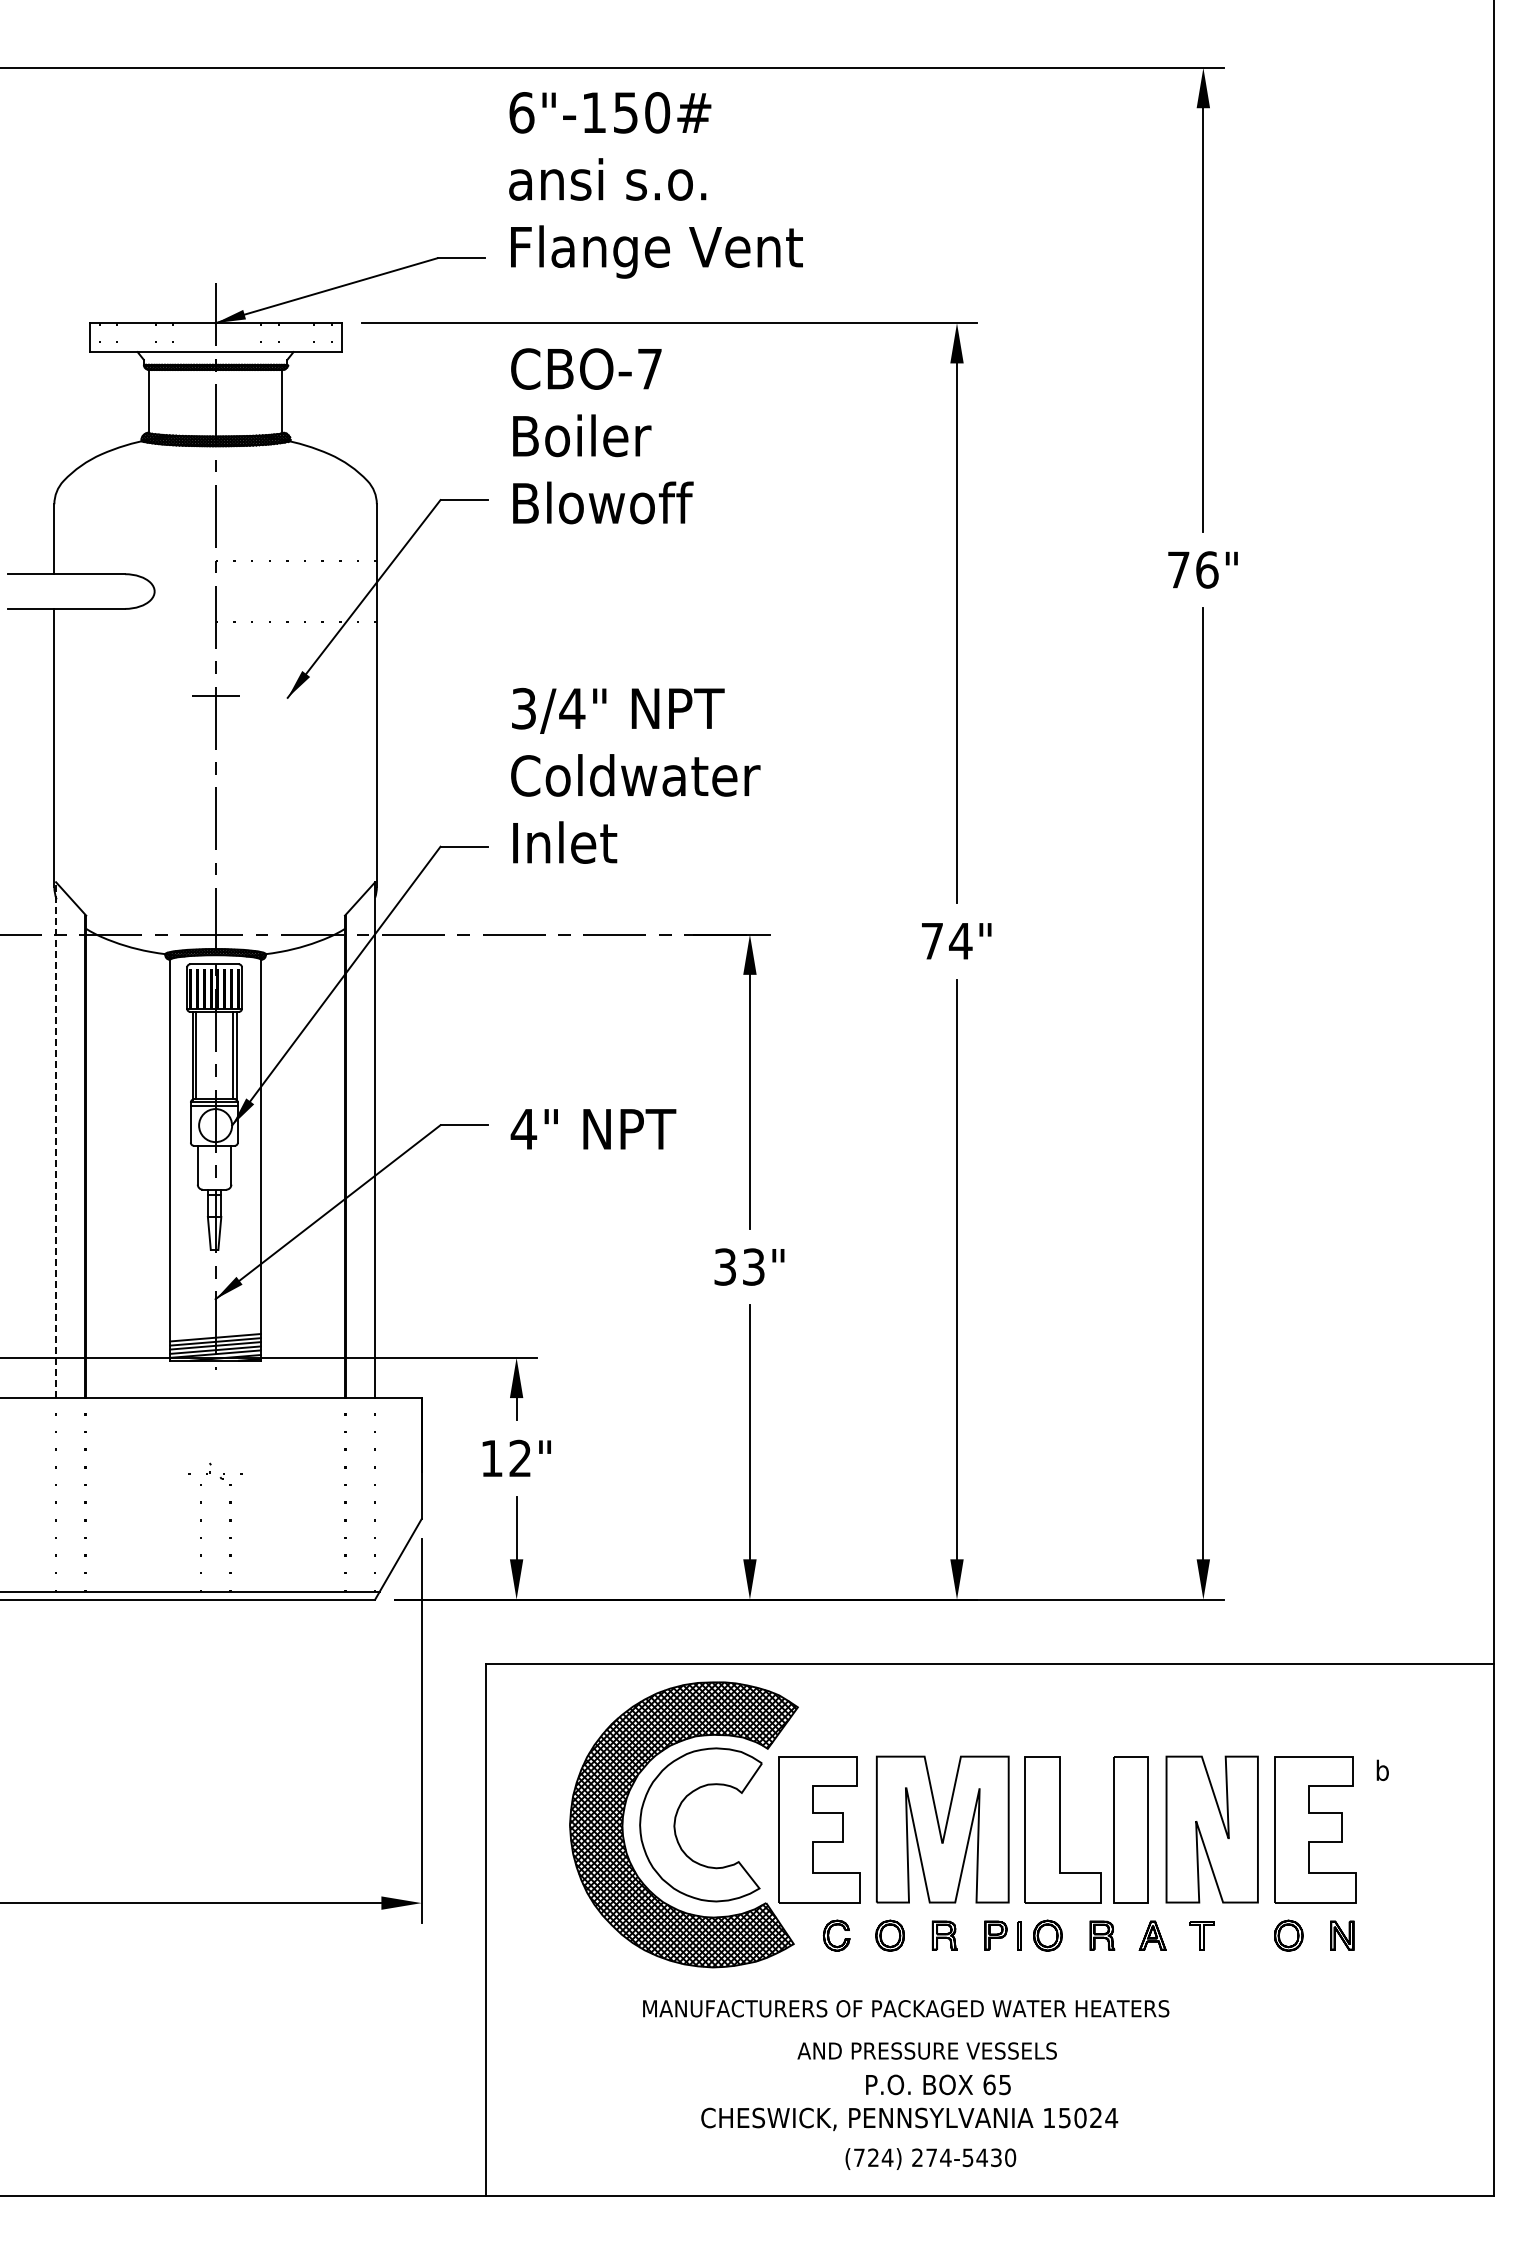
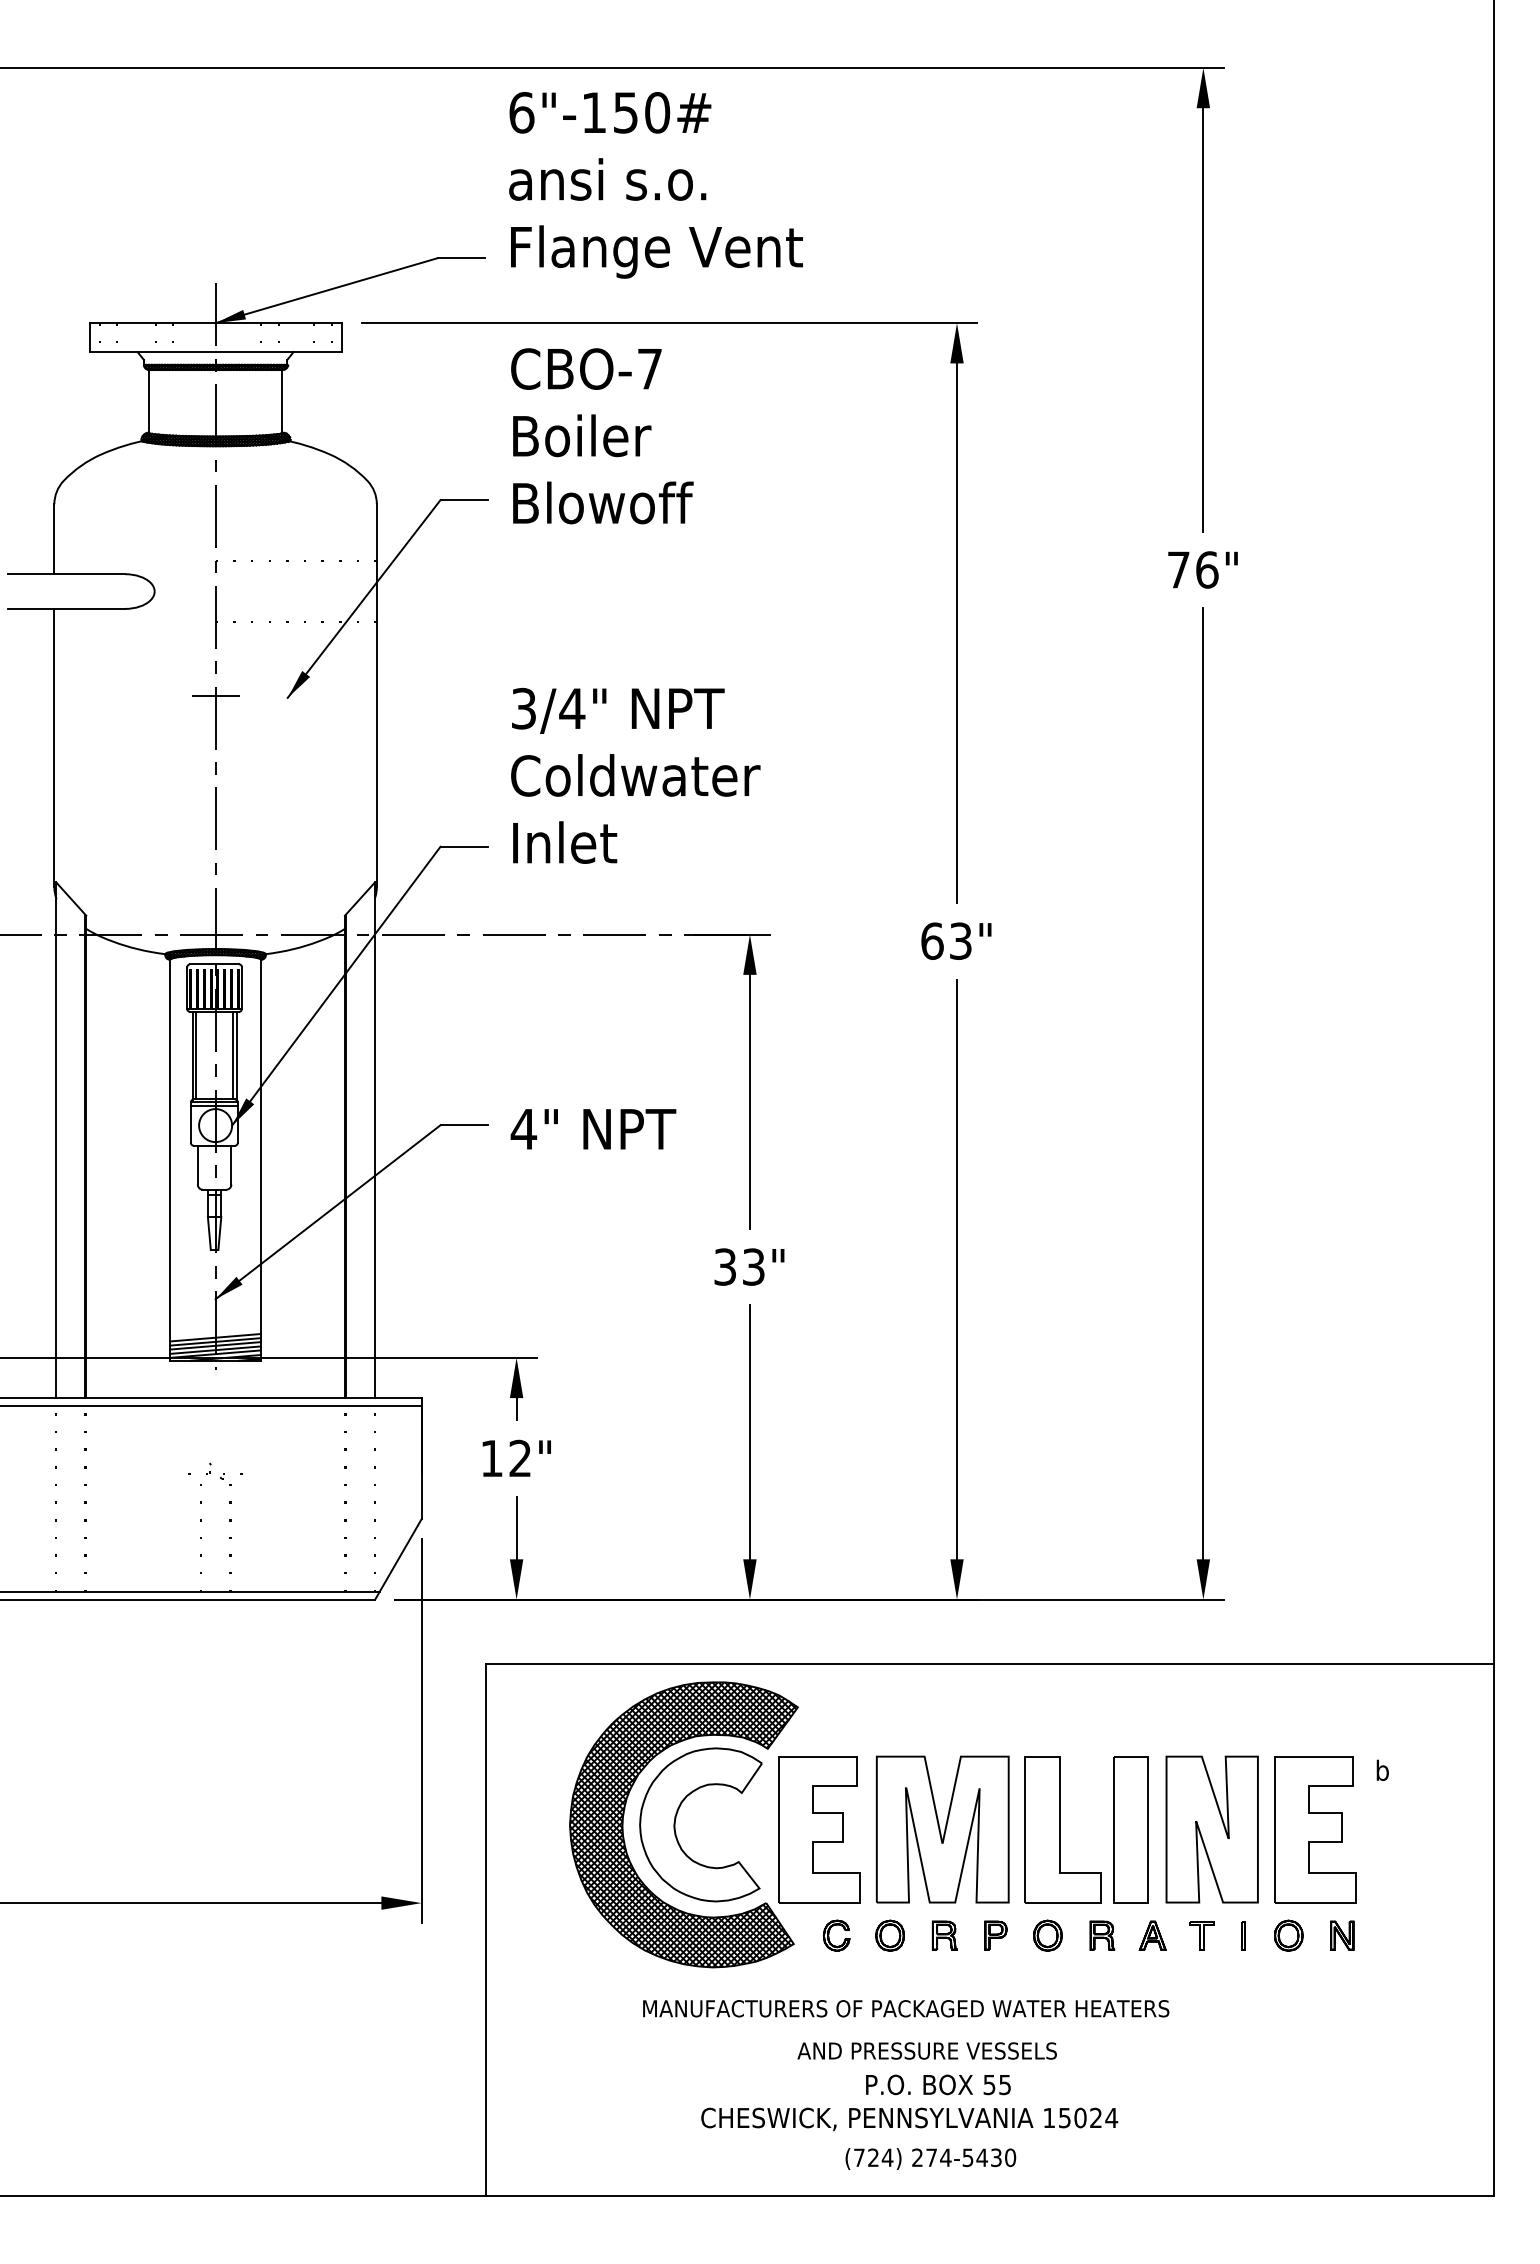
text at (946, 940): 74" -> 63"
line at (56, 1140): dashed -> solid
line at (211, 1405): none -> present
line at (1018, 1935) position: (1018, 1935) -> (1242, 1935)
text at (989, 2084): 65 -> 55
